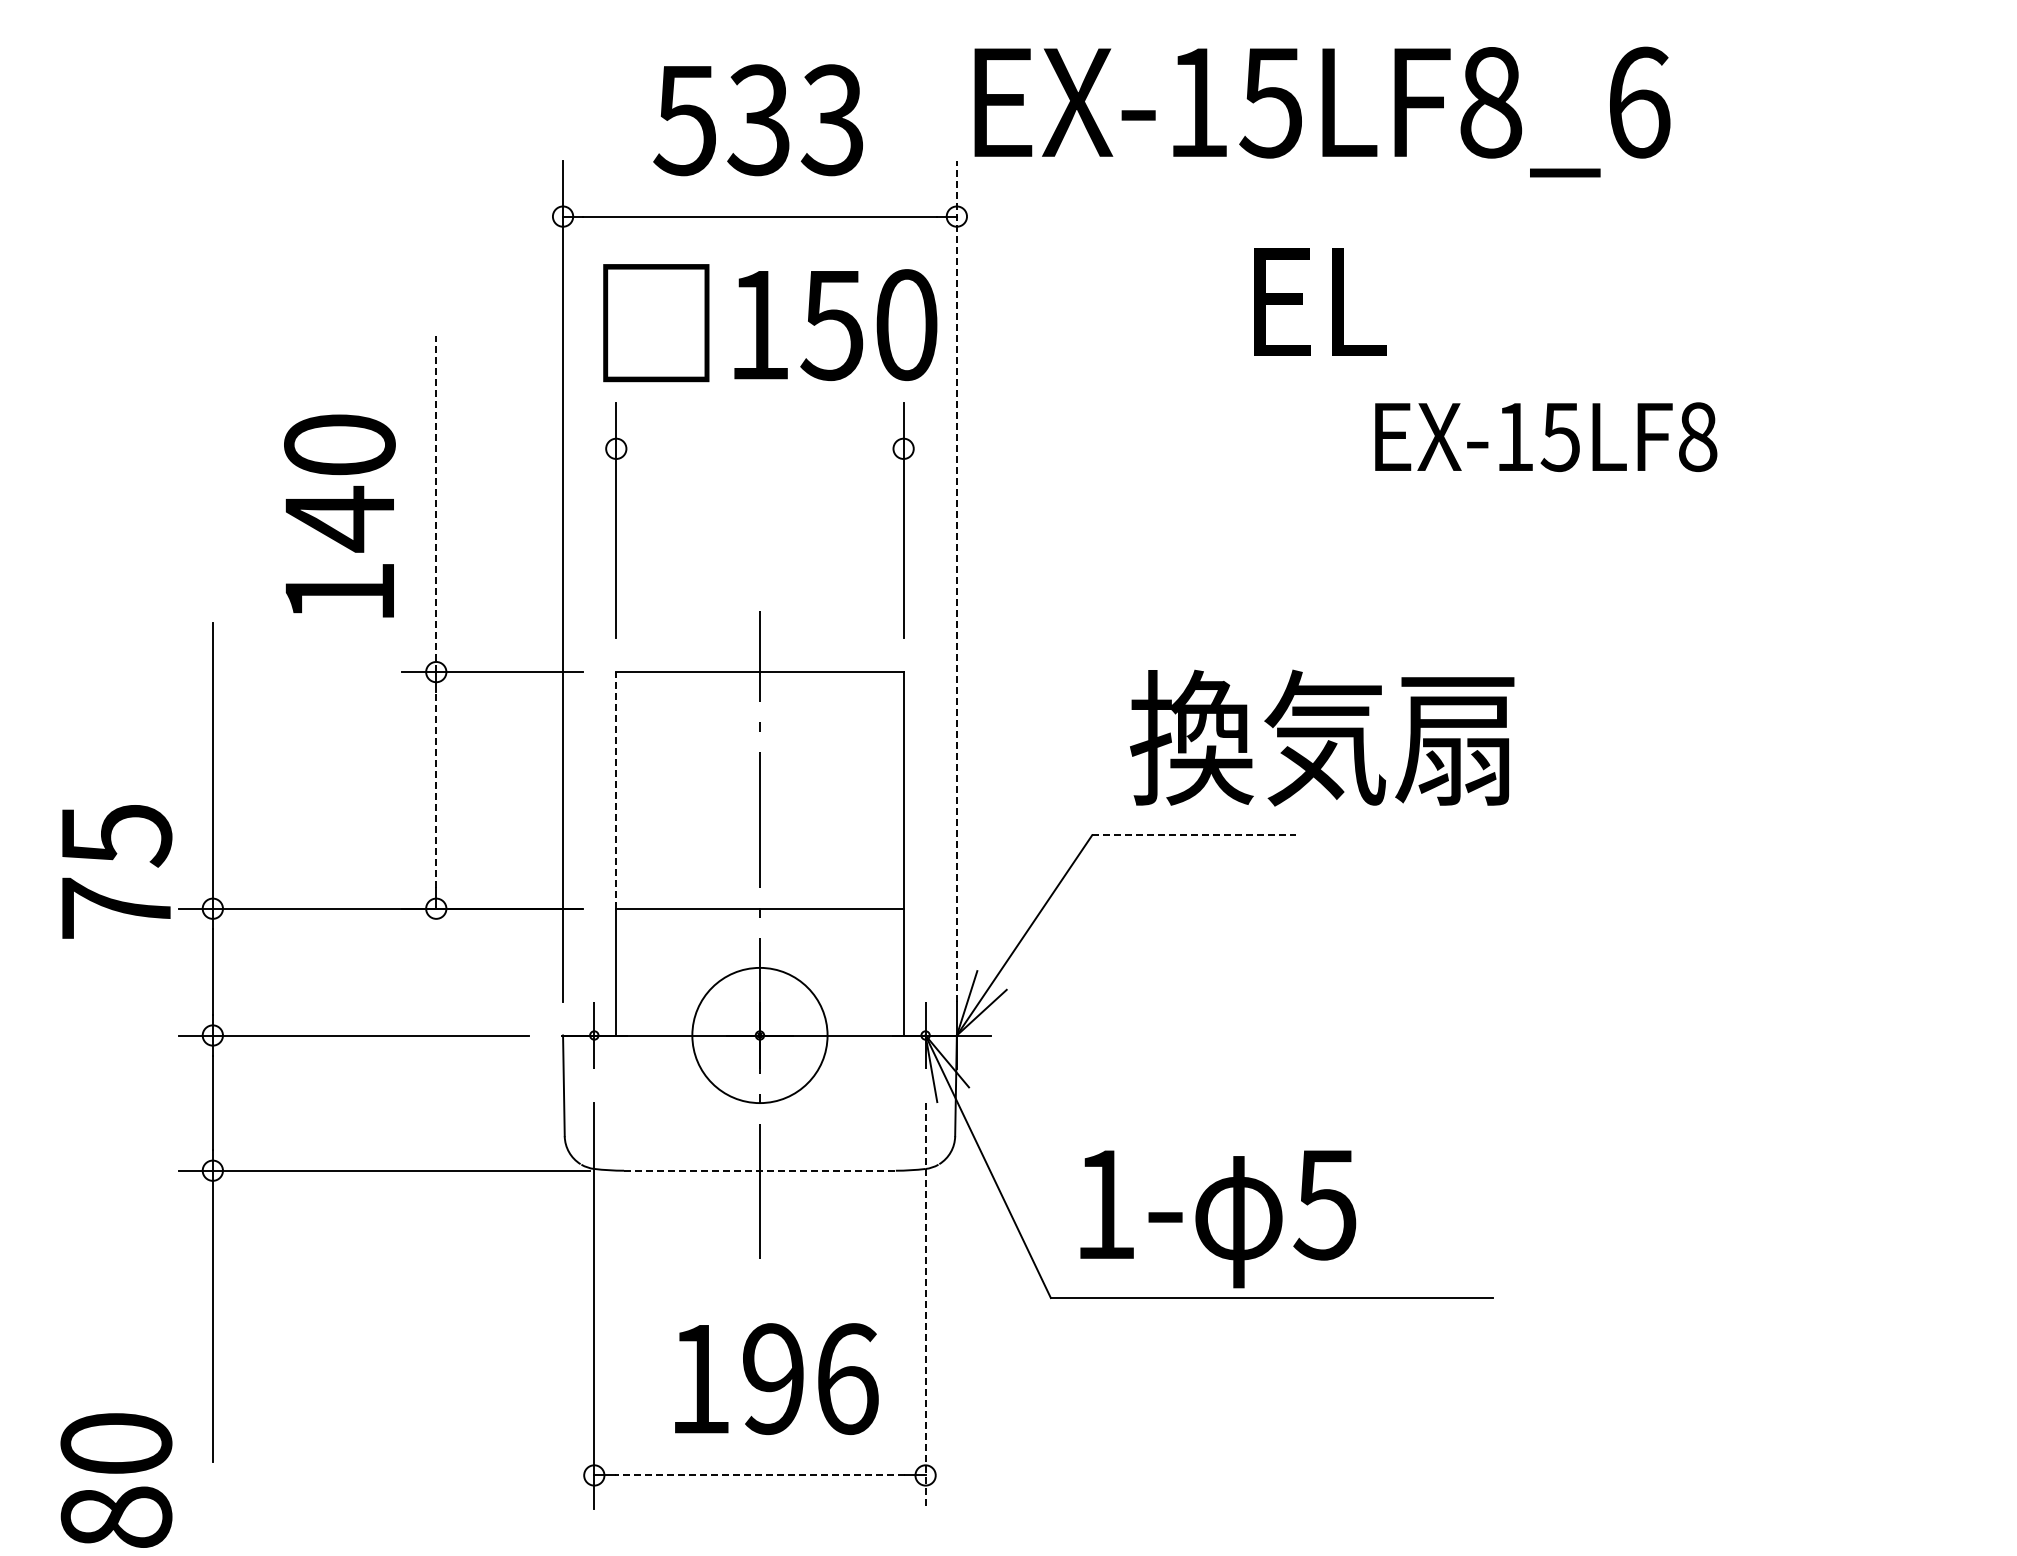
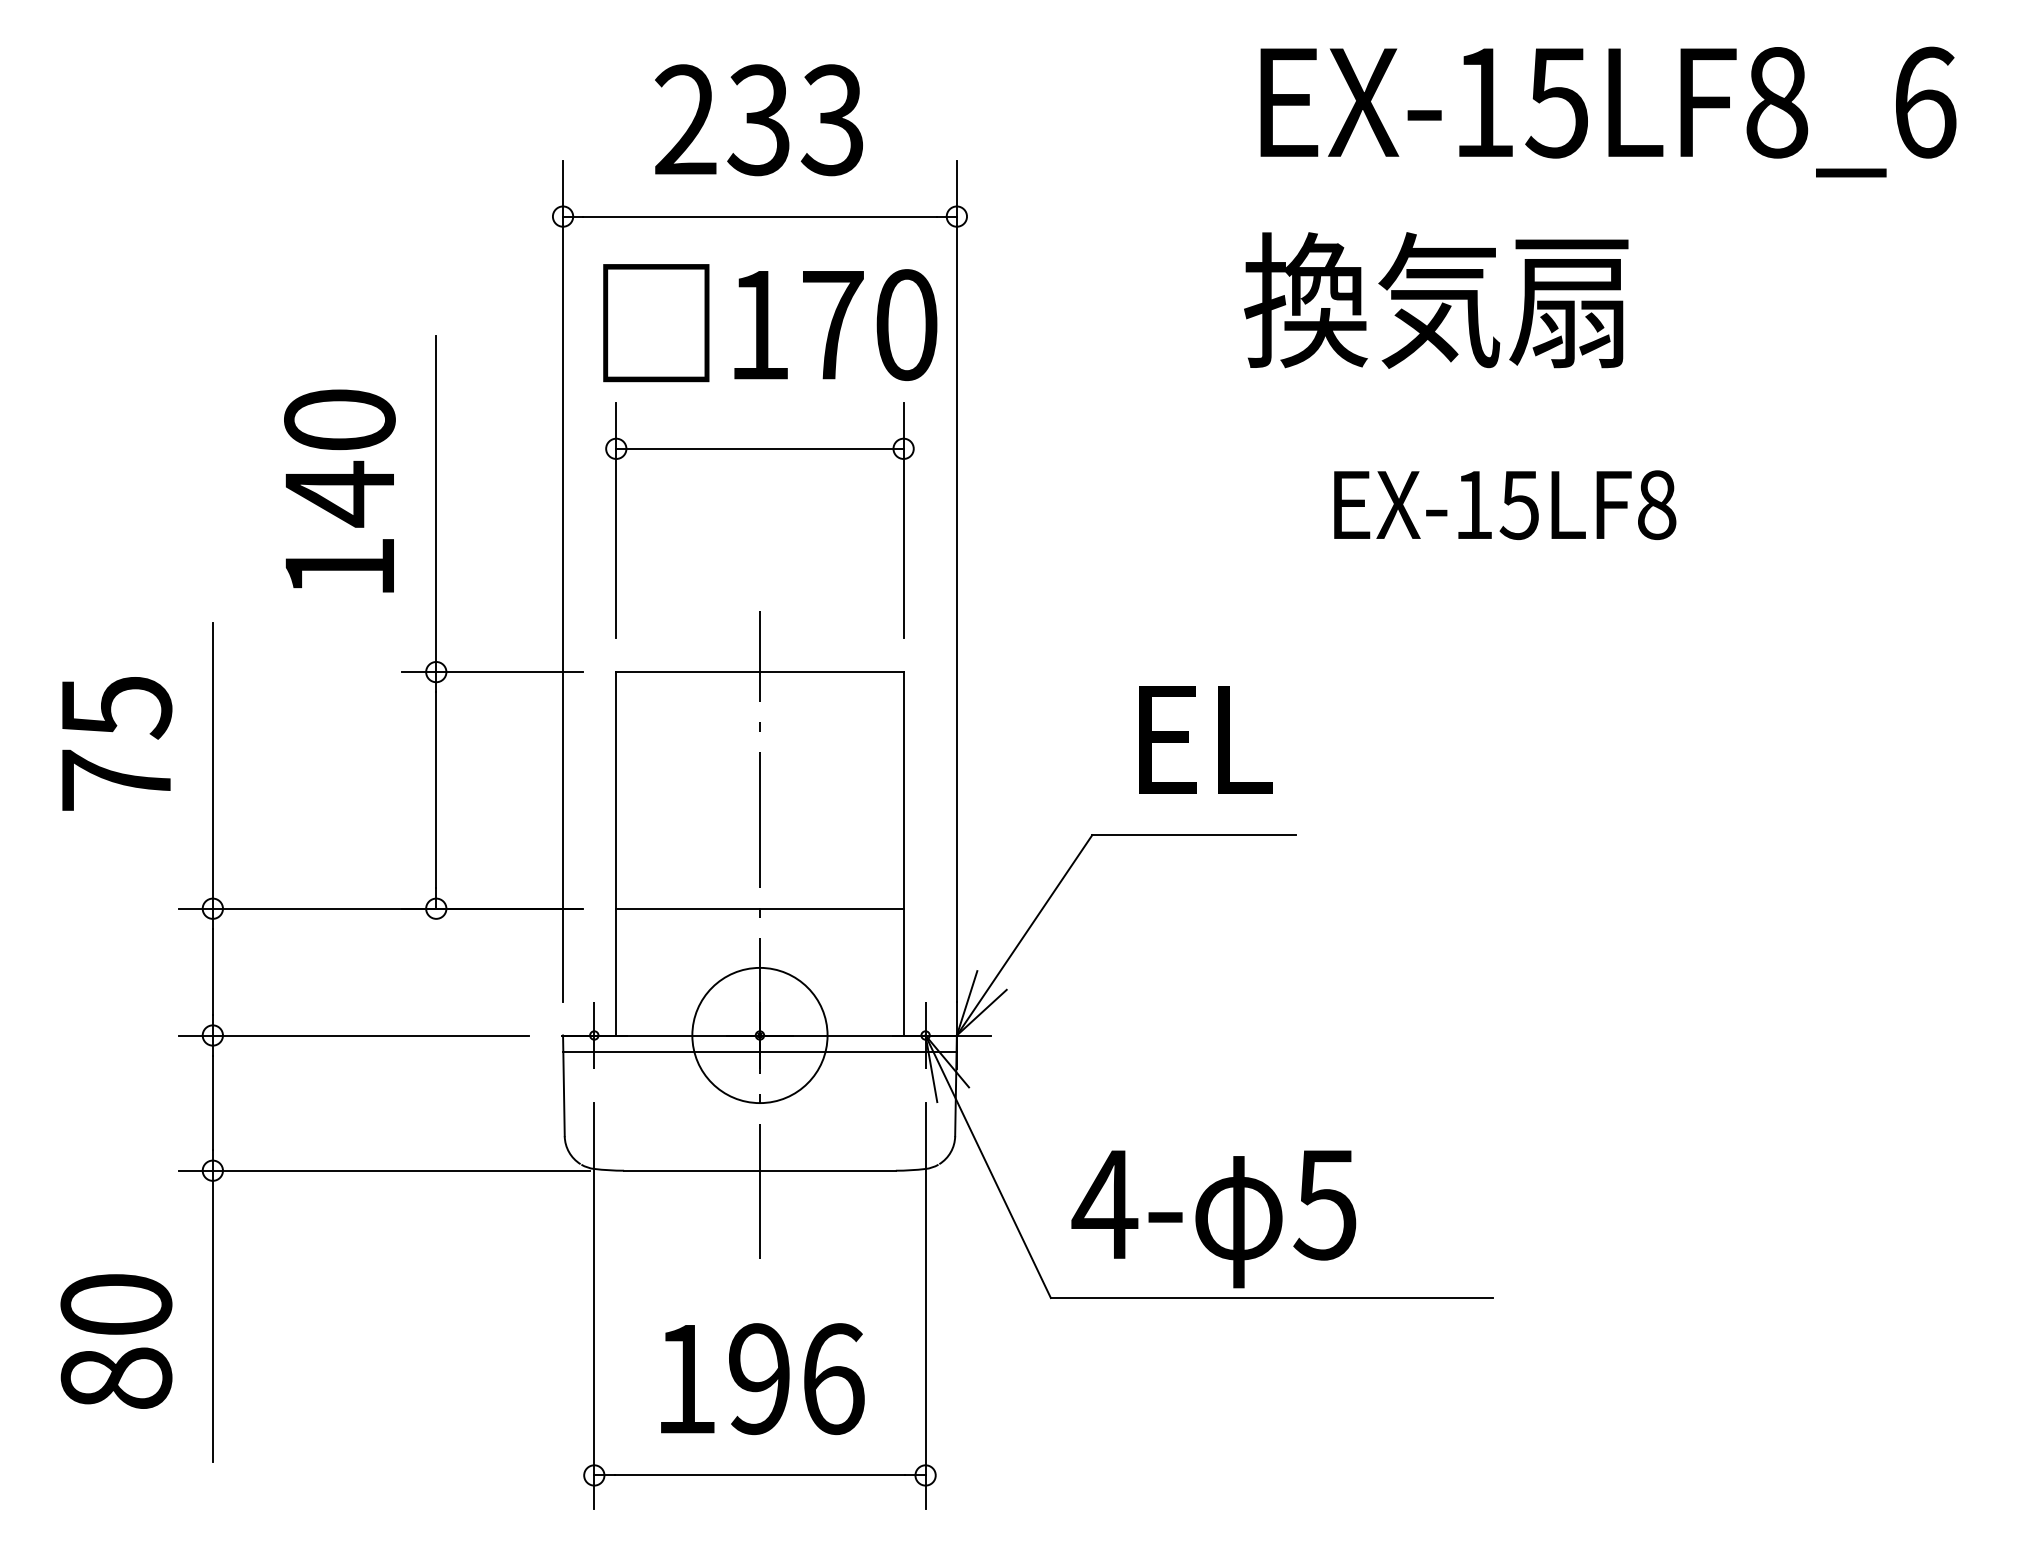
text at (1322, 111) position: (1322, 111) -> (1608, 111)
text at (684, 120): 533 -> 233
text at (1436, 300): EL -> 換気扇
text at (831, 326): 150 -> 170
text at (1546, 436) position: (1546, 436) -> (1505, 504)
line at (759, 448): none -> present
line at (436, 503): dashed -> solid
text at (339, 515) position: (339, 515) -> (339, 490)
line at (956, 581): dashed -> solid
text at (1322, 737): 換気扇 -> EL
line at (436, 789): dashed -> solid
line at (616, 789): dashed -> solid
line at (1194, 835): dashed -> solid
text at (117, 871) position: (117, 871) -> (117, 743)
line at (759, 1052): none -> present
line at (760, 1170): dashed -> solid
text at (1104, 1204): 1- -> 4-
line at (925, 1306): dashed -> solid
text at (776, 1379) position: (776, 1379) -> (762, 1379)
line at (759, 1475): dashed -> solid
text at (116, 1480) position: (116, 1480) -> (116, 1341)
